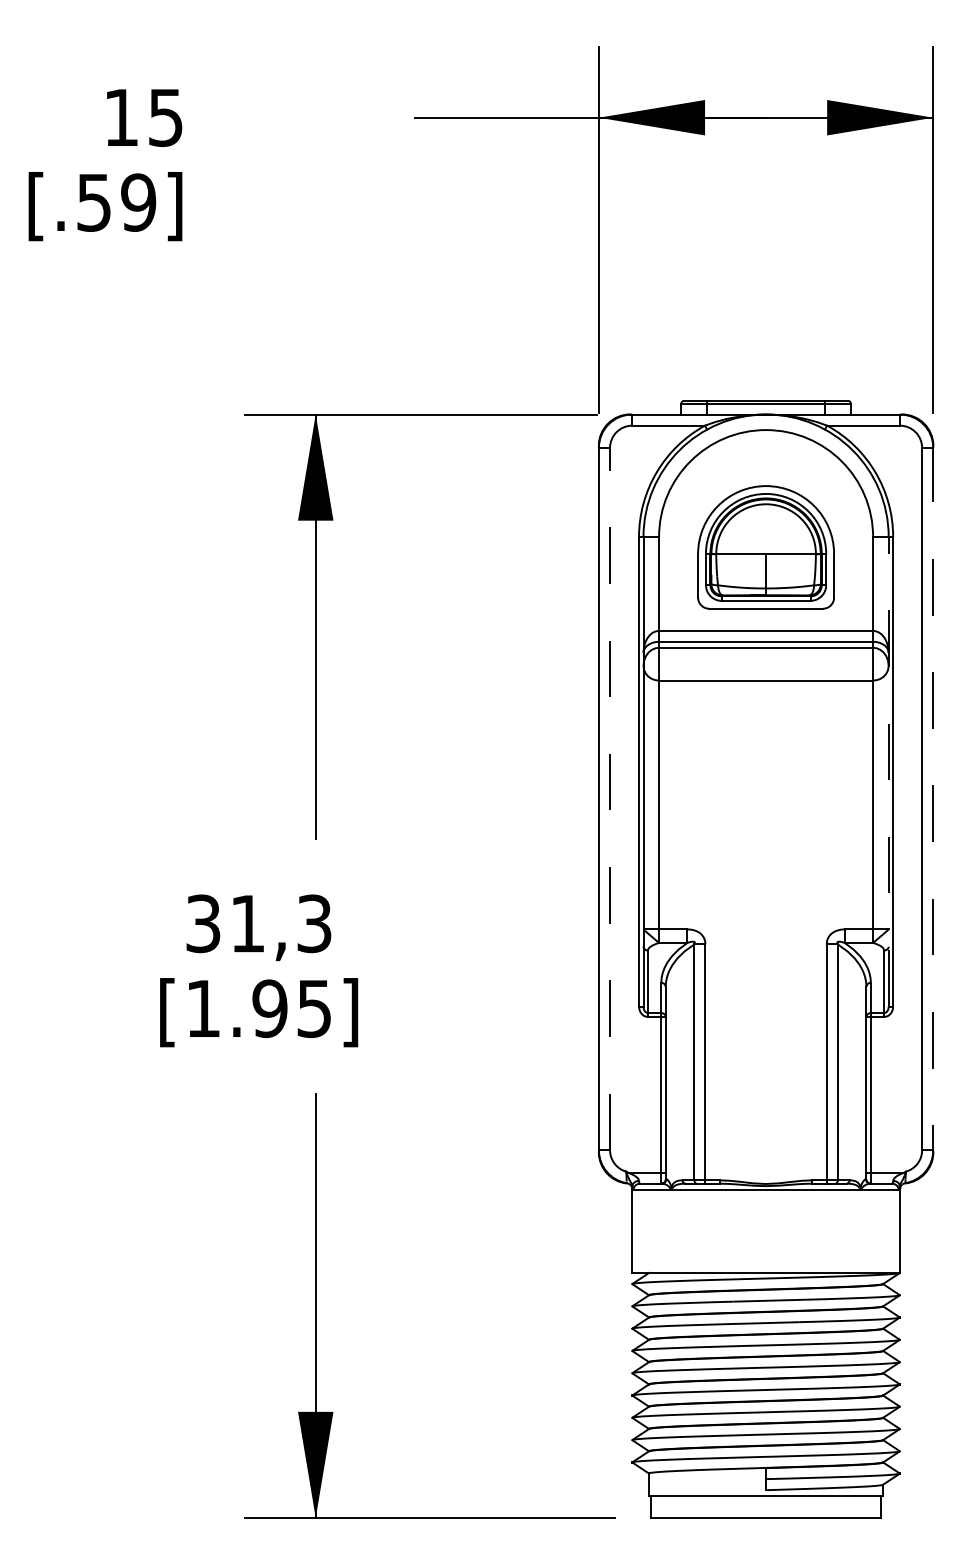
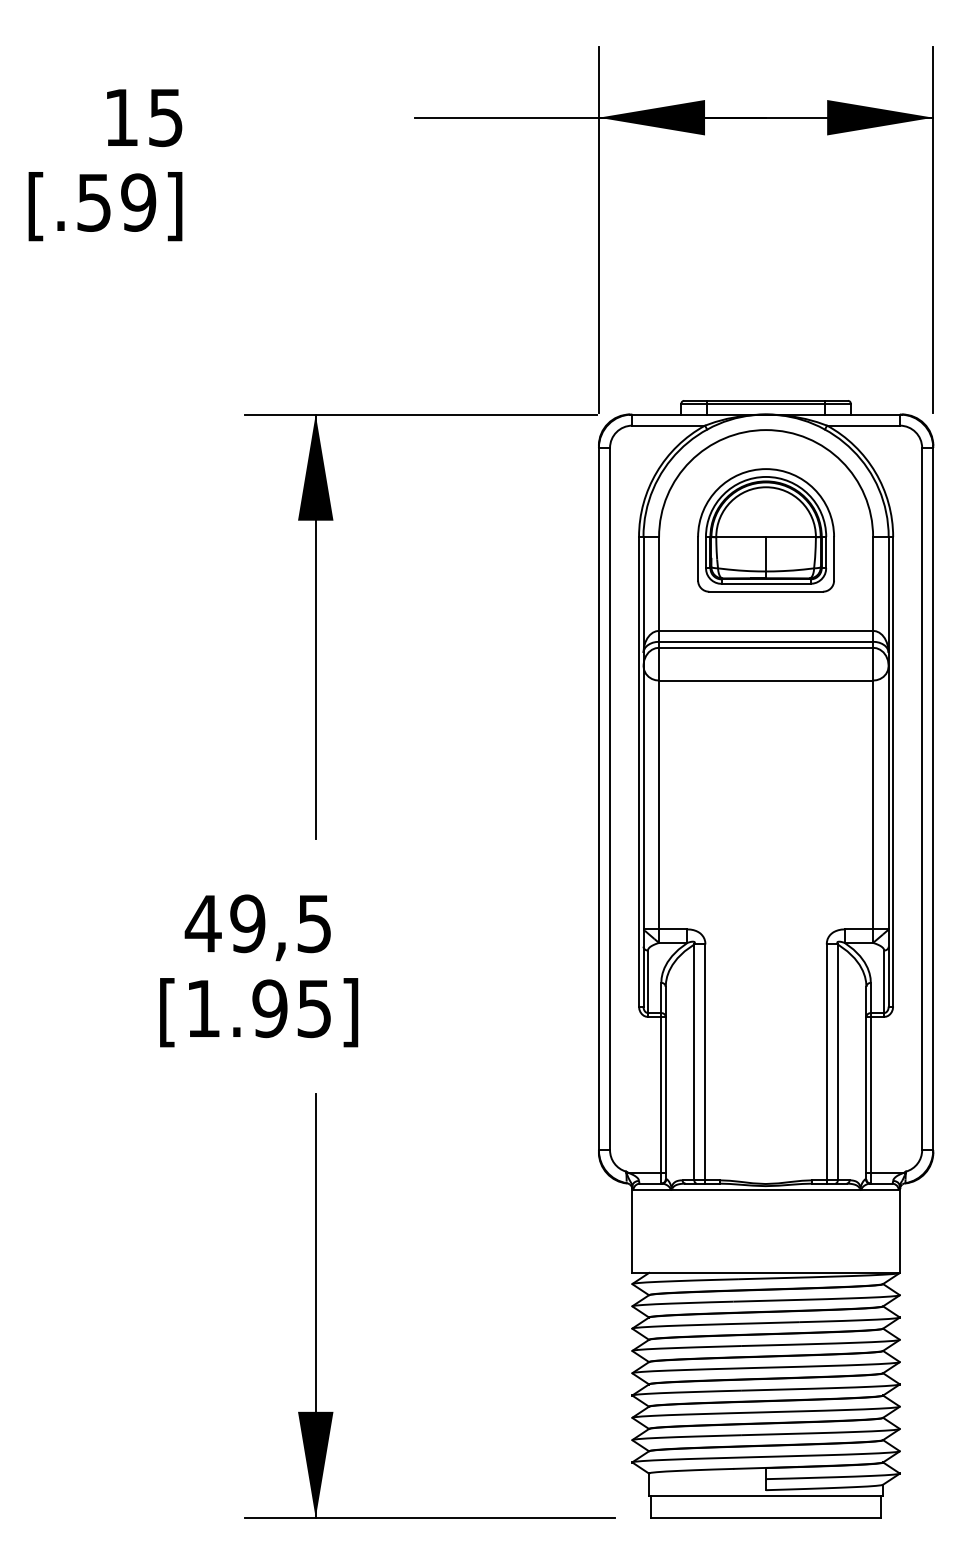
part at (765, 547) position: (765, 547) -> (765, 530)
line at (888, 771): dashed -> solid
line at (610, 798): dashed -> solid
line at (933, 799): dashed -> solid
text at (257, 923): 31,3 -> 49,5
